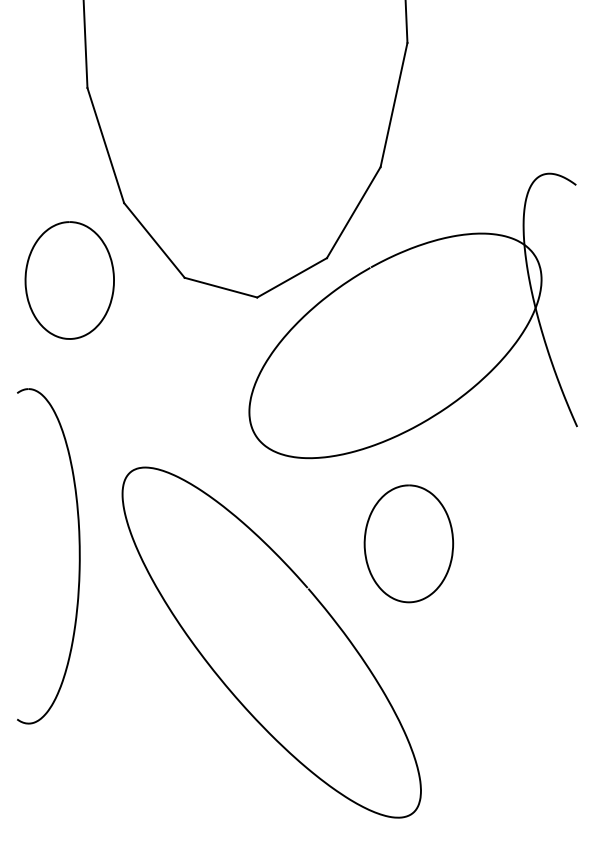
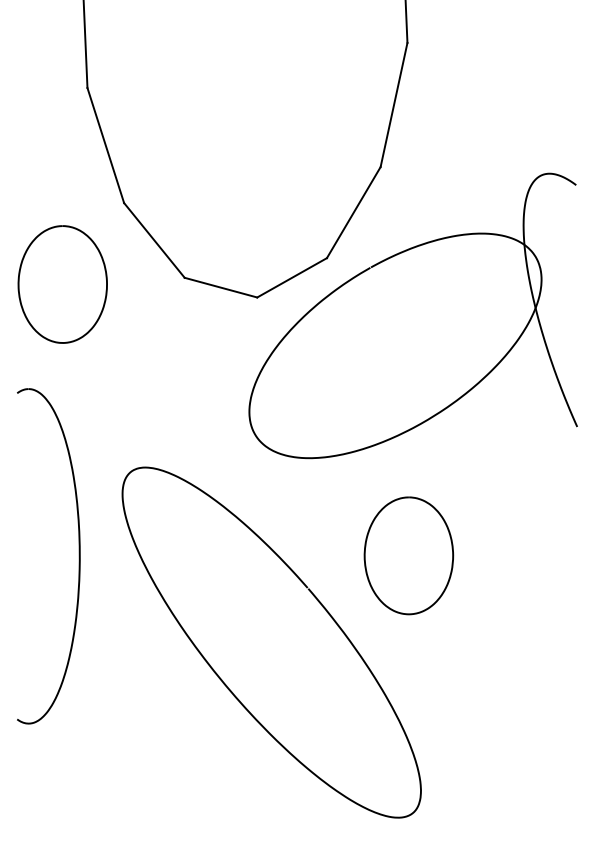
curve at (26, 280) position: (26, 280) -> (19, 284)
curve at (366, 535) position: (366, 535) -> (366, 547)
